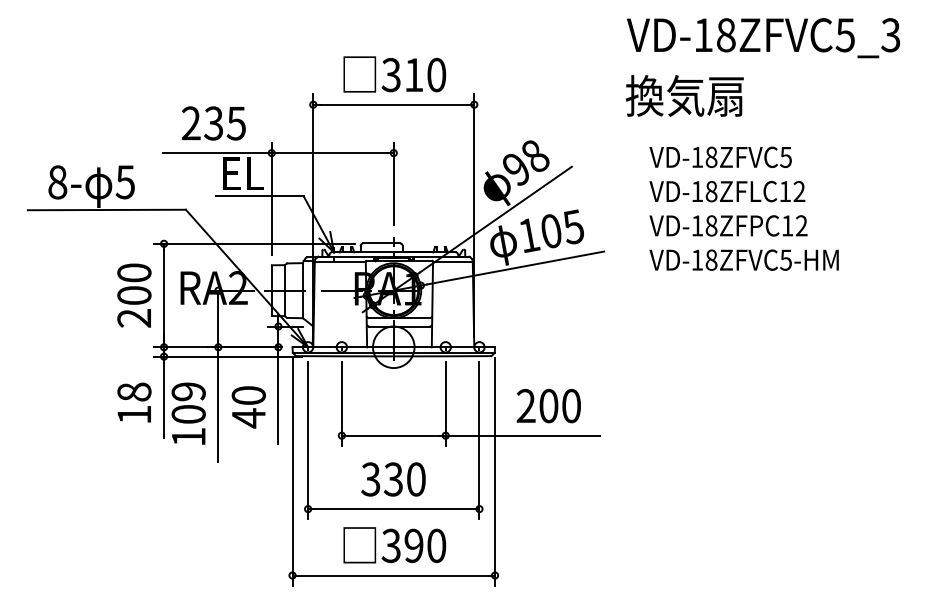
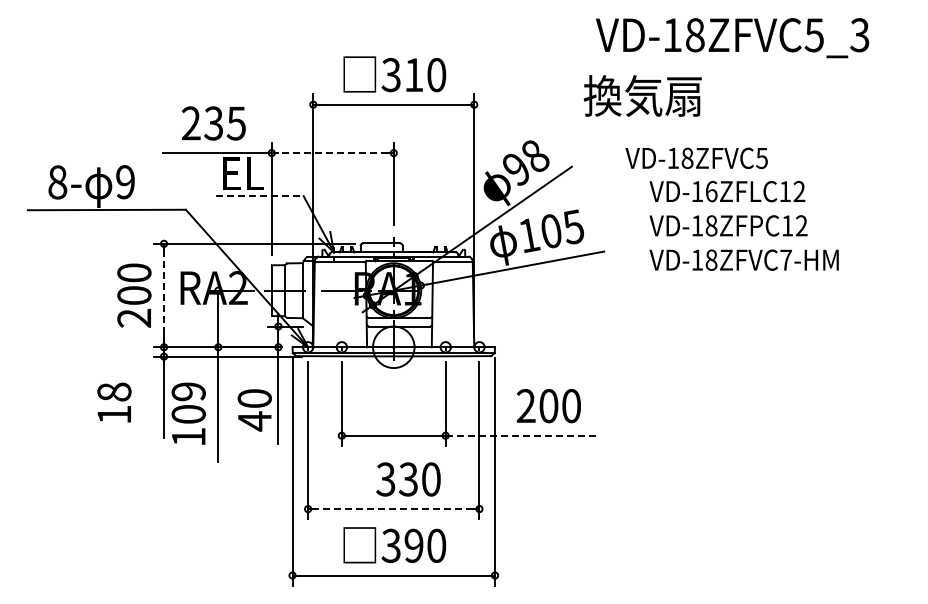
text at (763, 38) position: (763, 38) -> (732, 38)
text at (684, 95) position: (684, 95) -> (642, 95)
line at (332, 153): solid -> dashed
text at (720, 156) position: (720, 156) -> (696, 157)
text at (124, 182): 5 -> 9
text at (711, 191): VD-18ZFLC12 -> VD-16ZFLC12
line at (259, 196): solid -> dashed
text at (785, 259): VD-18ZFVC5-HM -> VD-18ZFVC7-HM
line at (164, 296): solid -> dashed
text at (134, 402) position: (134, 402) -> (114, 402)
text at (248, 407) position: (248, 407) -> (254, 410)
line at (523, 435): solid -> dashed
text at (393, 479) position: (393, 479) -> (408, 479)
line at (393, 509): solid -> dashed
